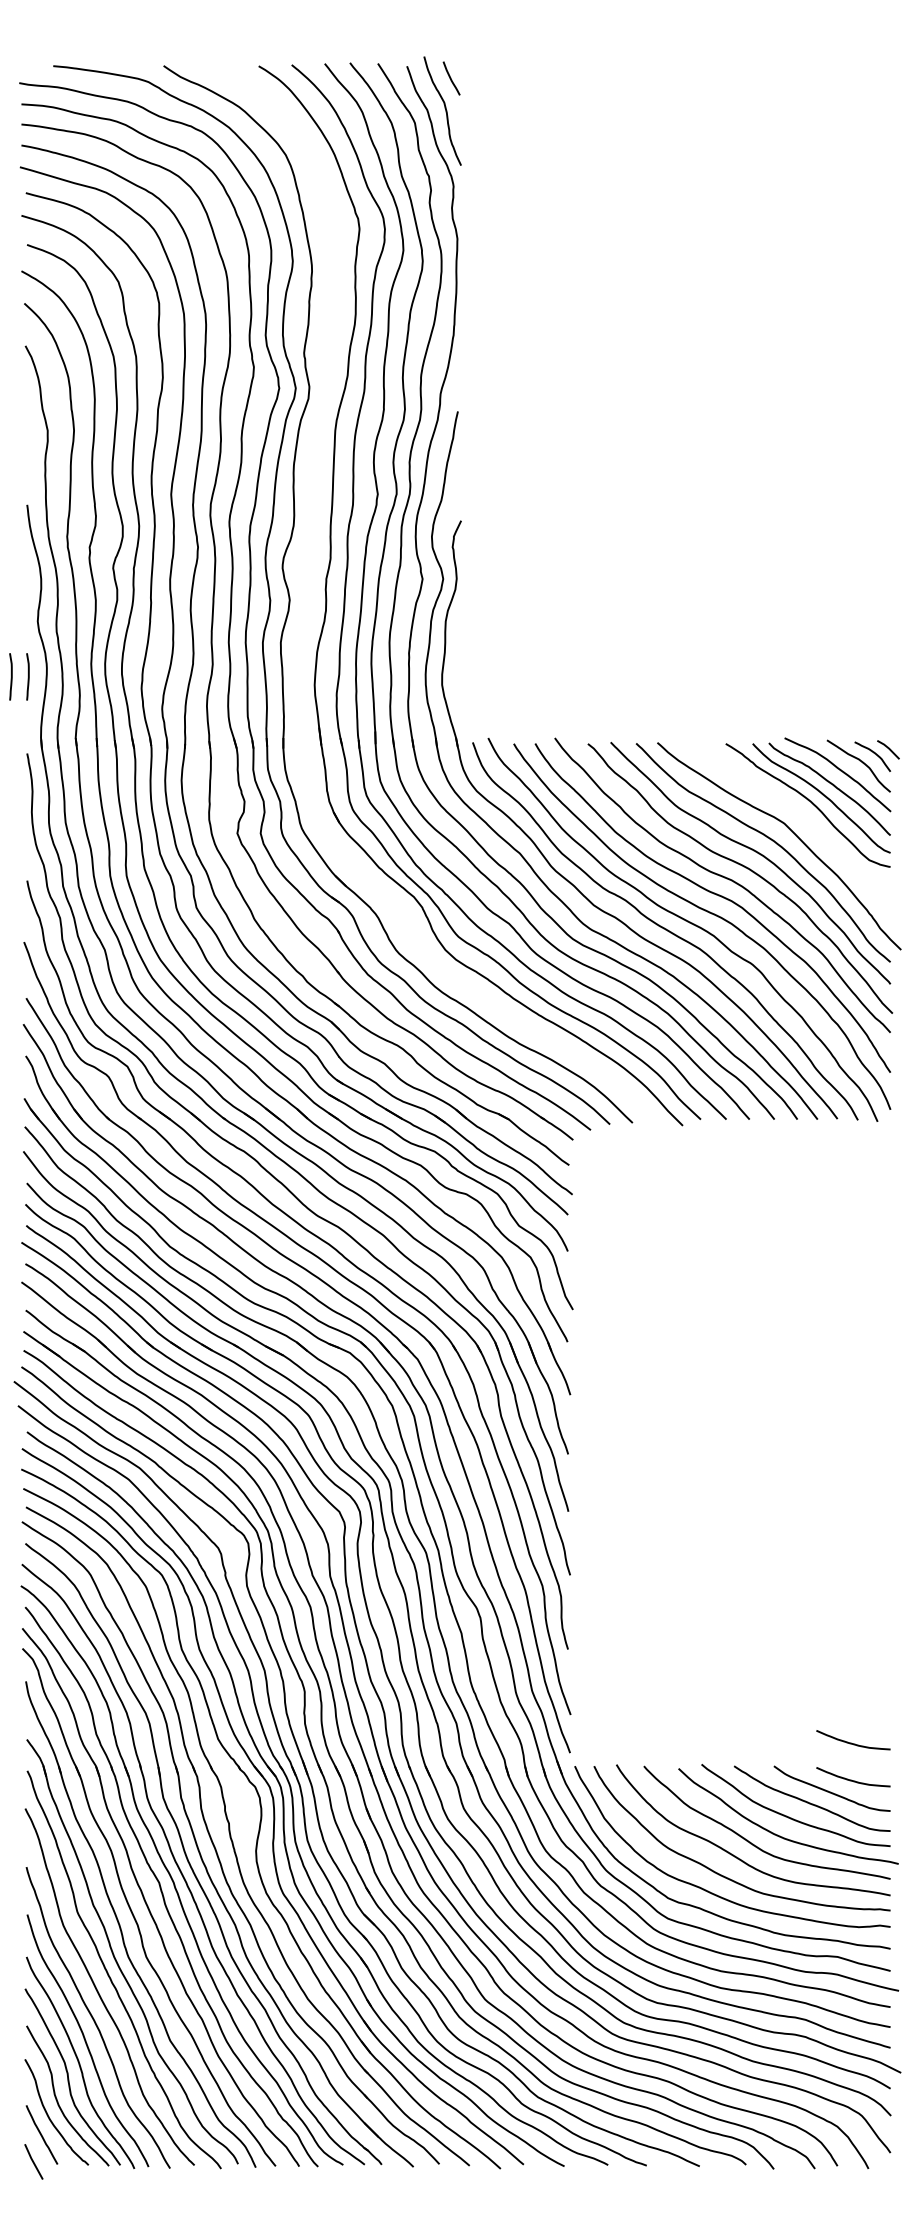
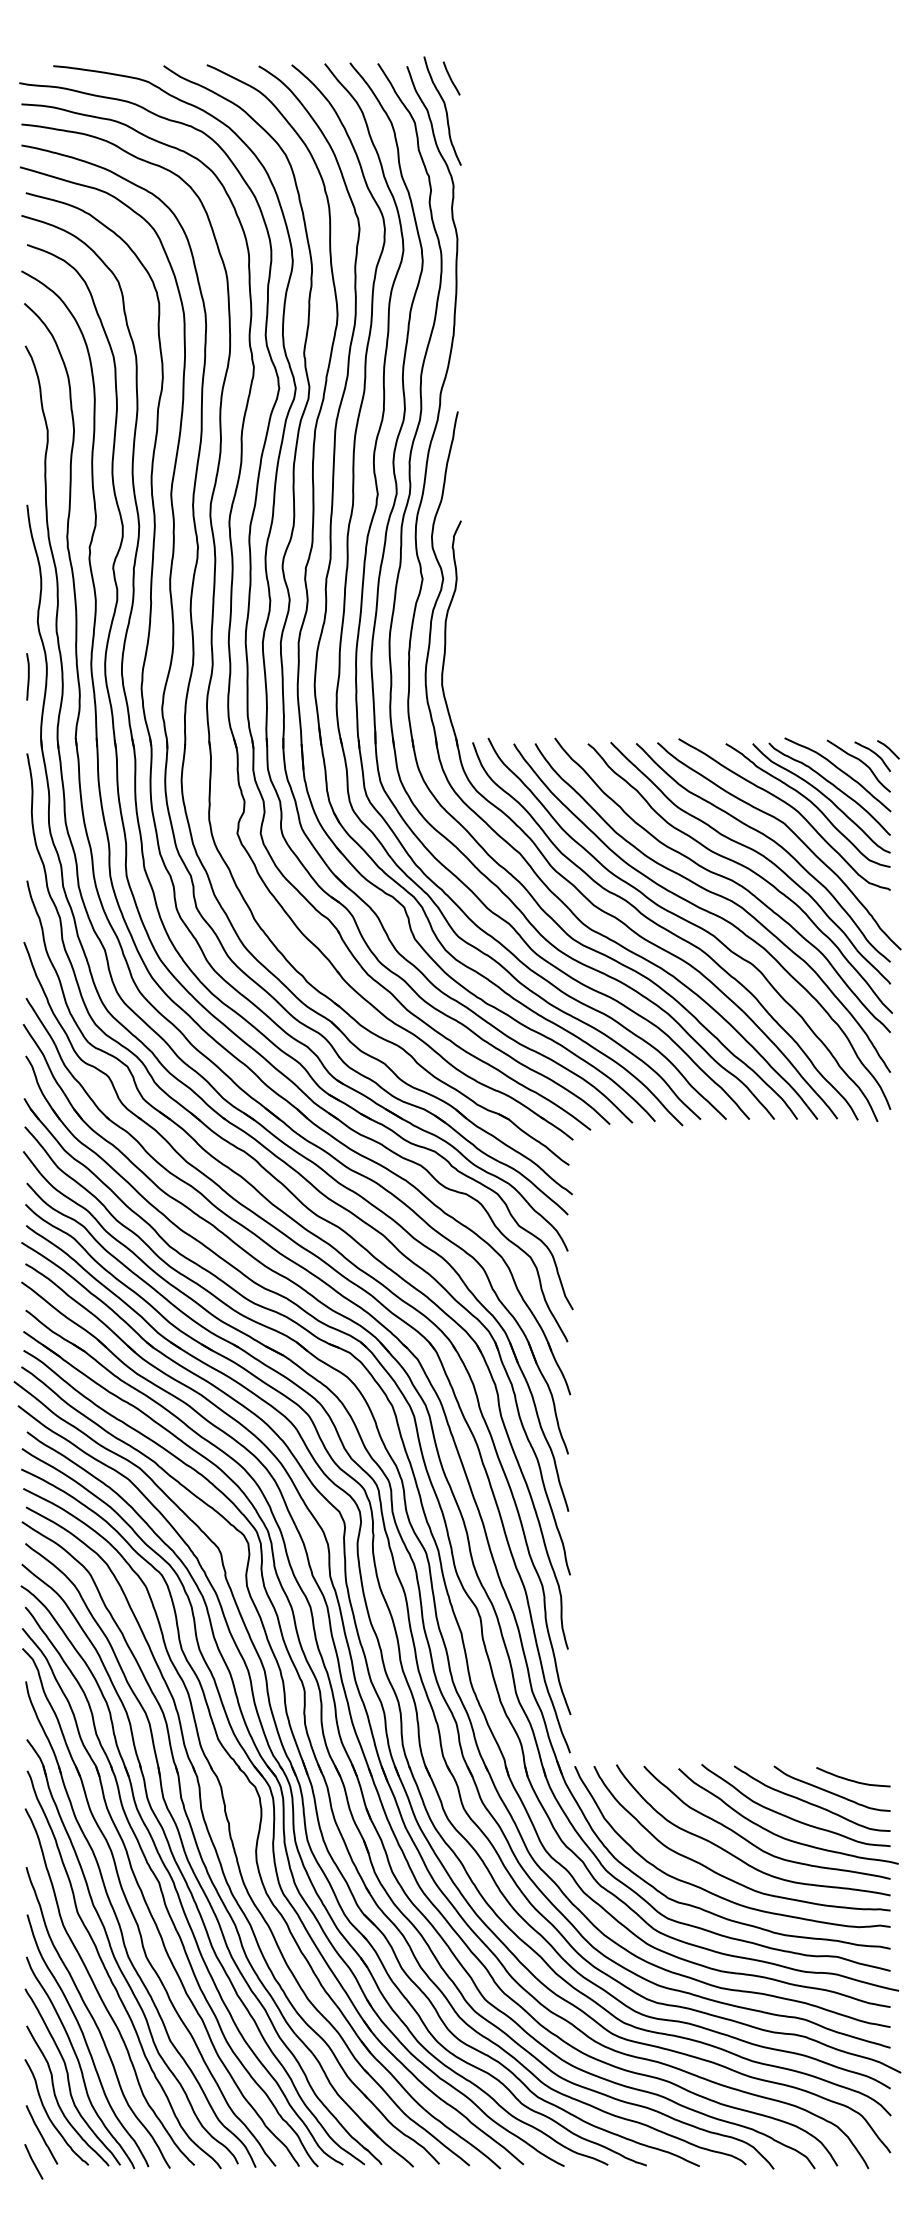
part at (308, 594): none -> present
line at (10, 676): present -> none
curve at (790, 807): none -> present
curve at (851, 1742): present -> none
